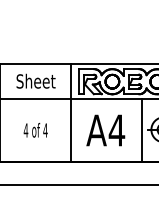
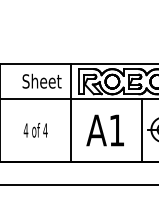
text at (35, 80) position: (35, 80) -> (41, 80)
text at (116, 130): A4 -> A1
